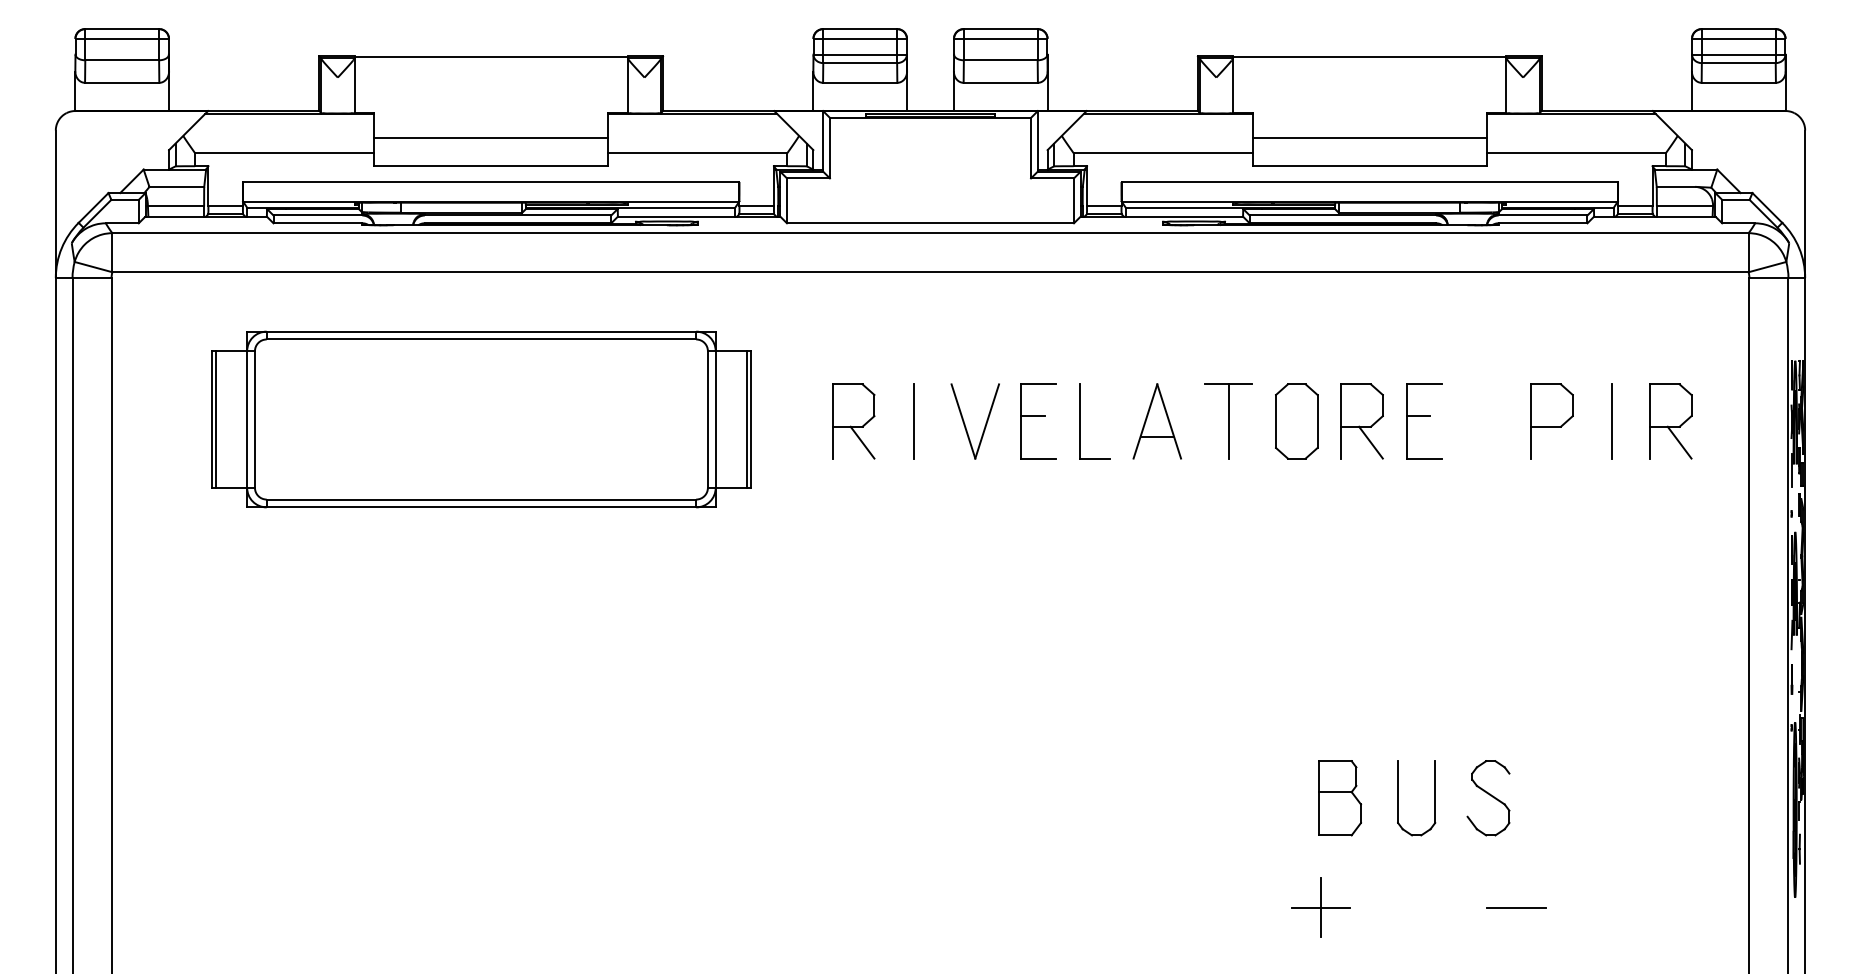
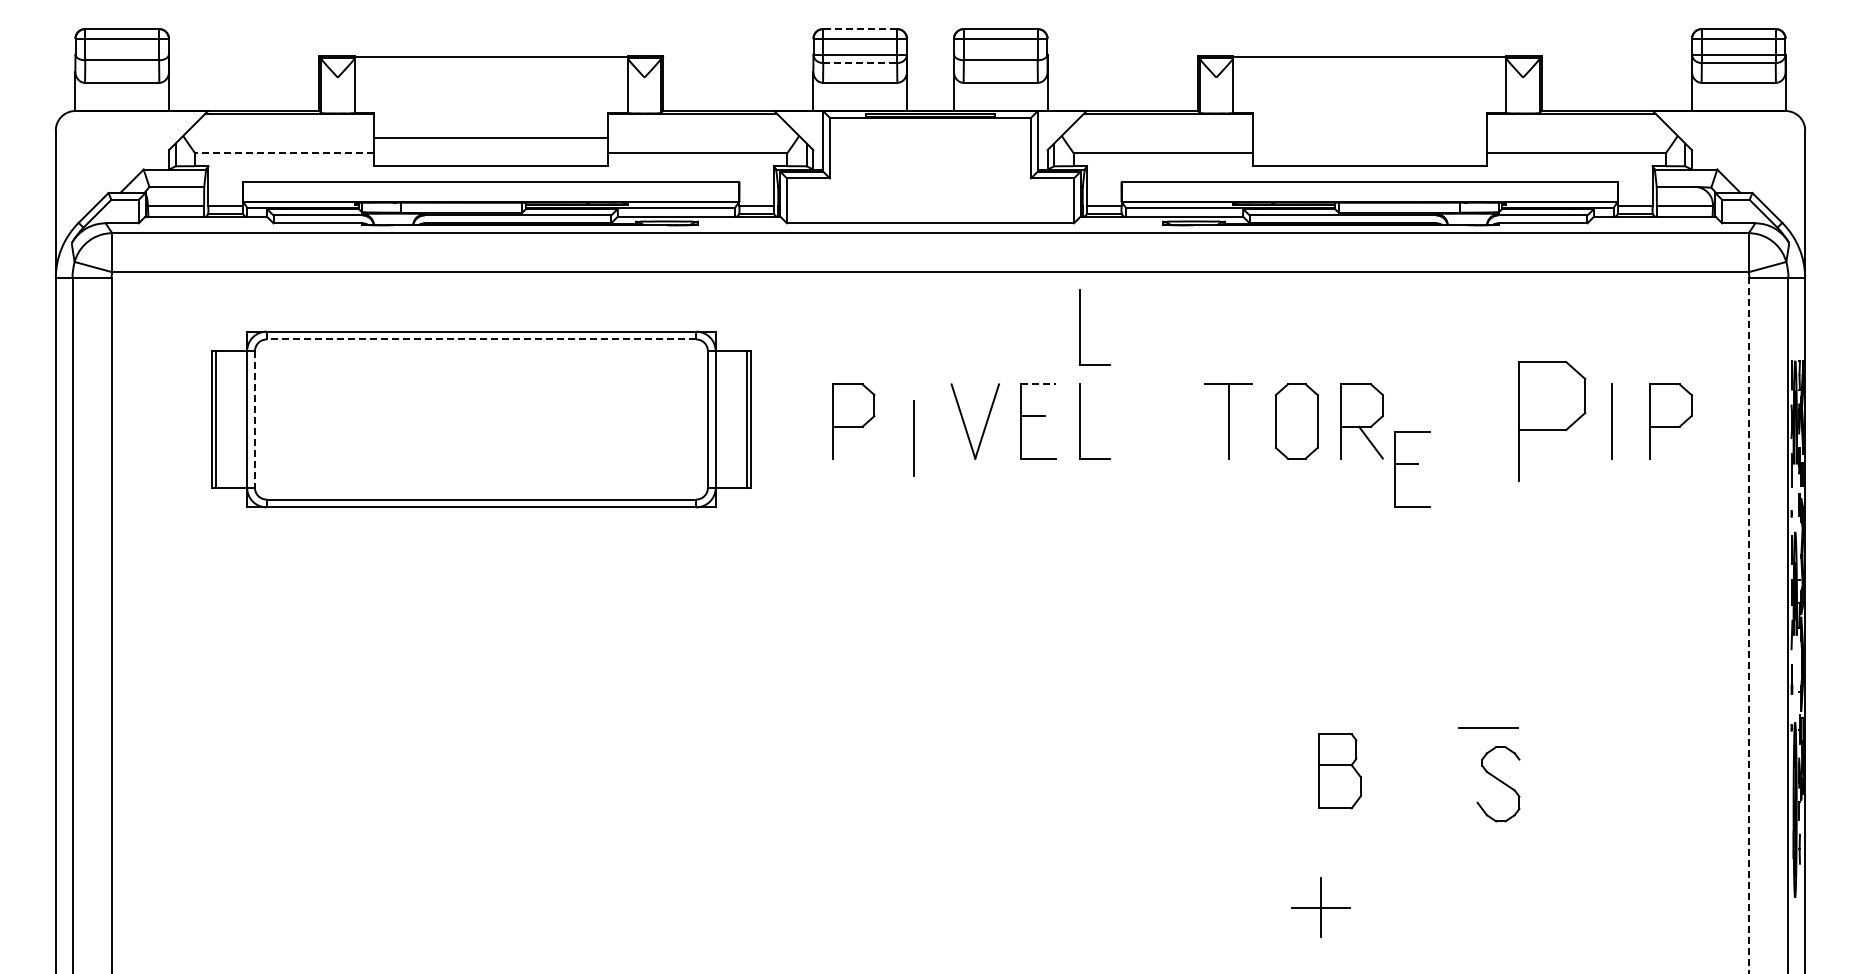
line at (860, 29): solid -> dashed
line at (860, 63): solid -> dashed
line at (1369, 138): present -> none
line at (284, 153): solid -> dashed
part at (1080, 327): none -> present
line at (481, 339): solid -> dashed
line at (1038, 384): solid -> dashed
line at (254, 420): solid -> dashed
line at (913, 421) position: (913, 421) -> (913, 438)
part at (1156, 421): present -> none
part at (1424, 421) position: (1424, 421) -> (1412, 469)
part at (1551, 421) size: 44x77 px -> 69x121 px
line at (862, 442): present -> none
line at (1679, 442): present -> none
line at (1749, 625): solid -> dashed
part at (1340, 798) position: (1340, 798) -> (1340, 771)
part at (1398, 798): present -> none
part at (1488, 798) position: (1488, 798) -> (1498, 784)
line at (1516, 907) position: (1516, 907) -> (1488, 727)
